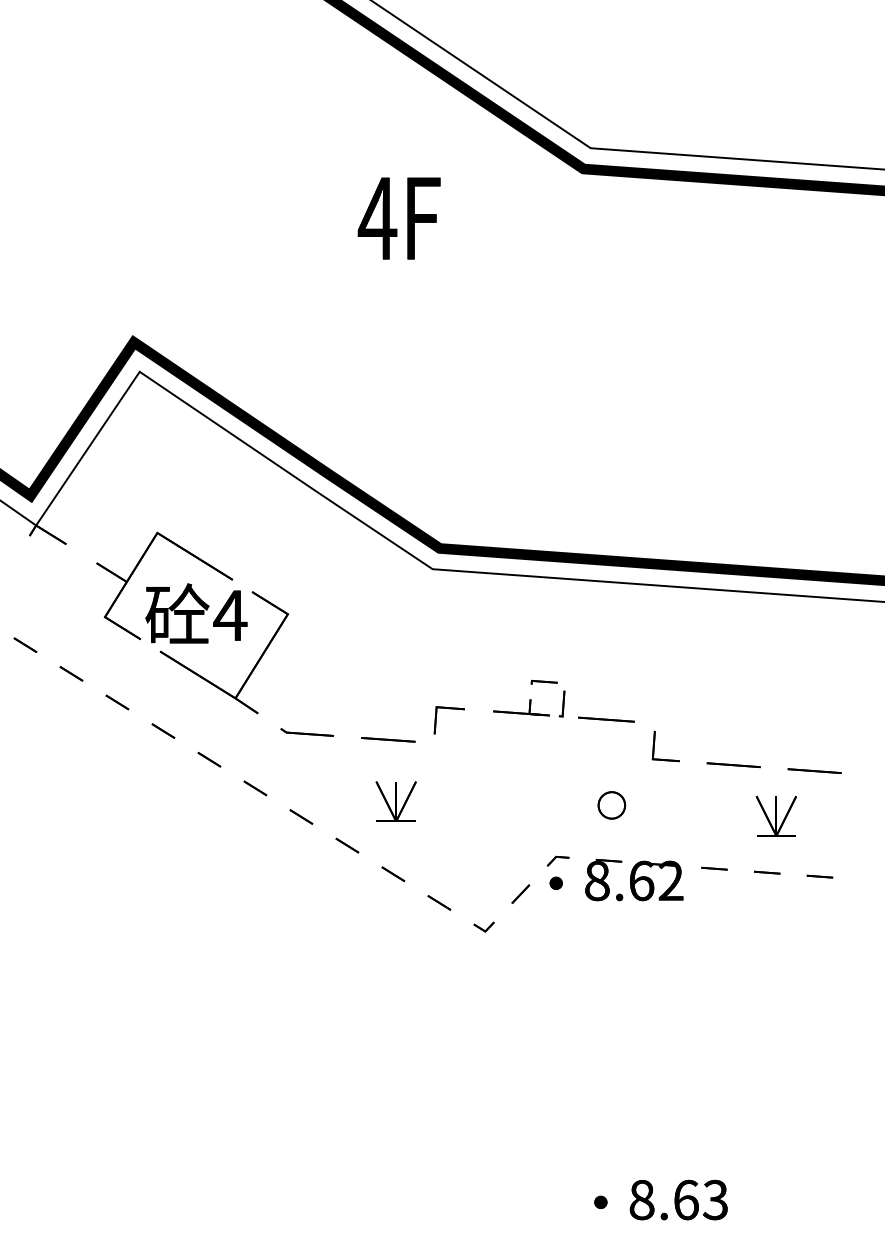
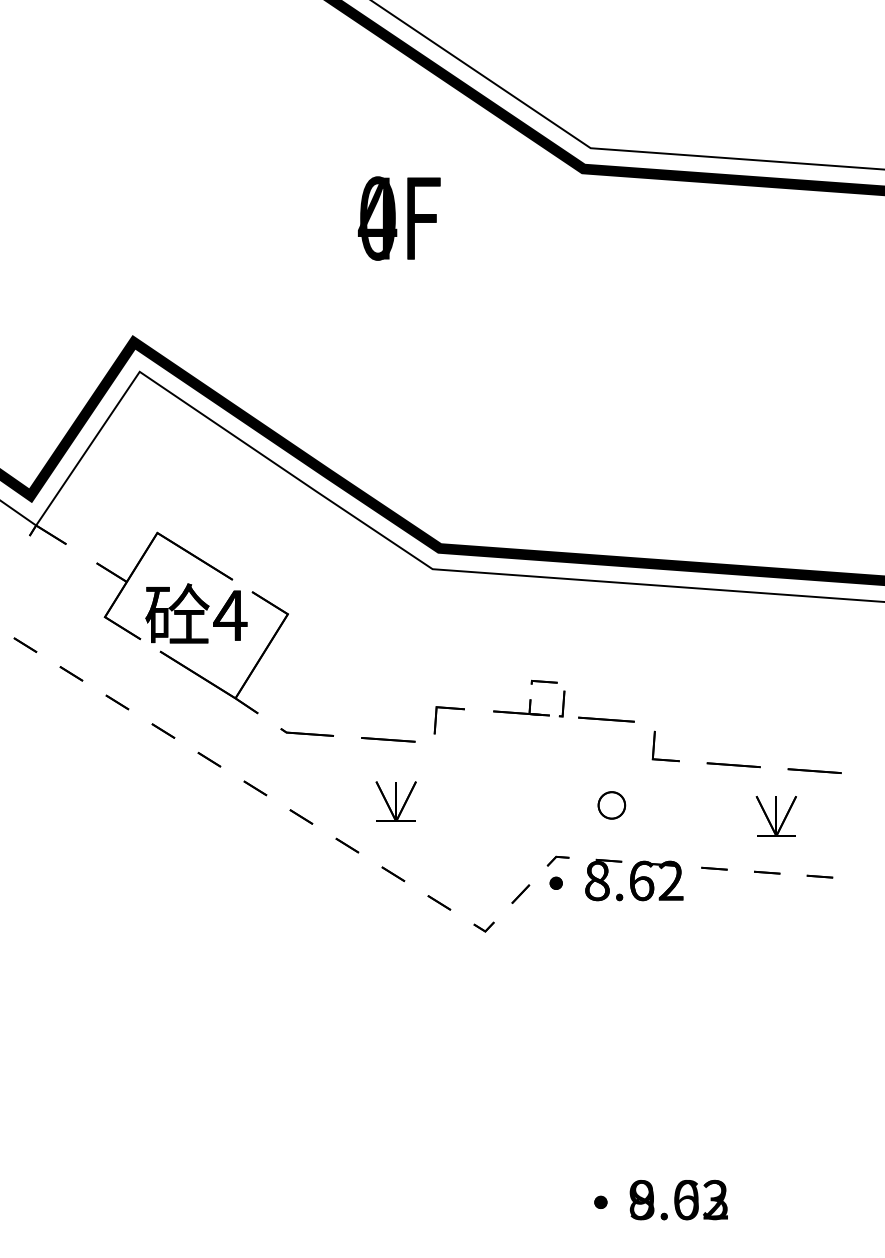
text at (377, 218): 4F -> 0F
text at (678, 1200): 8.63 -> 9.02
